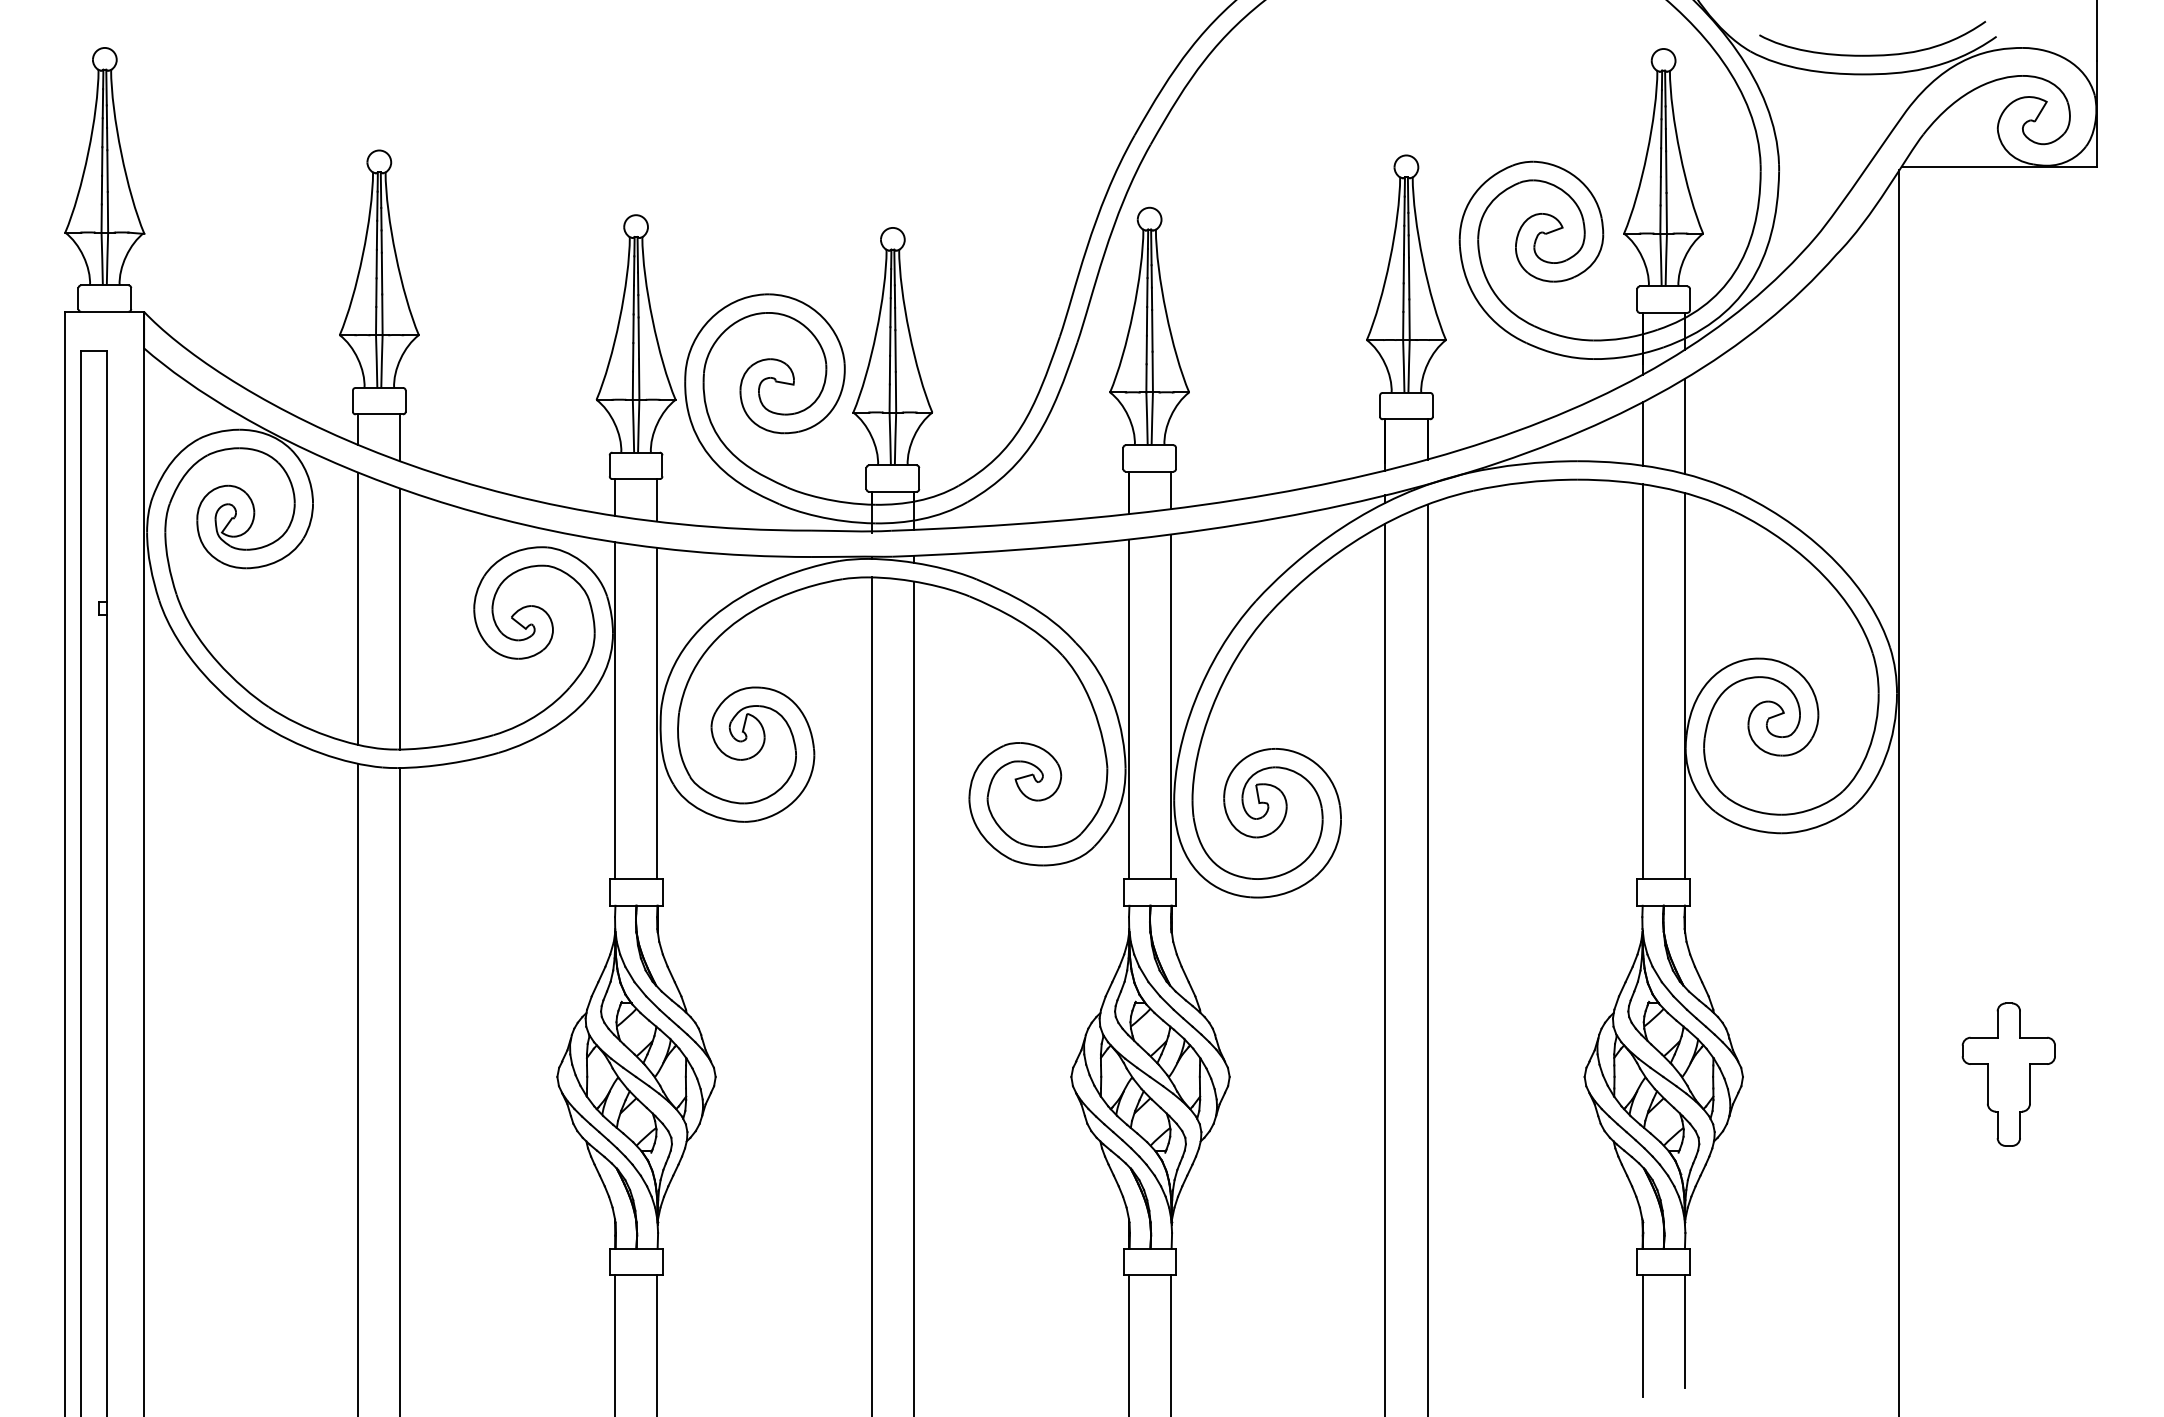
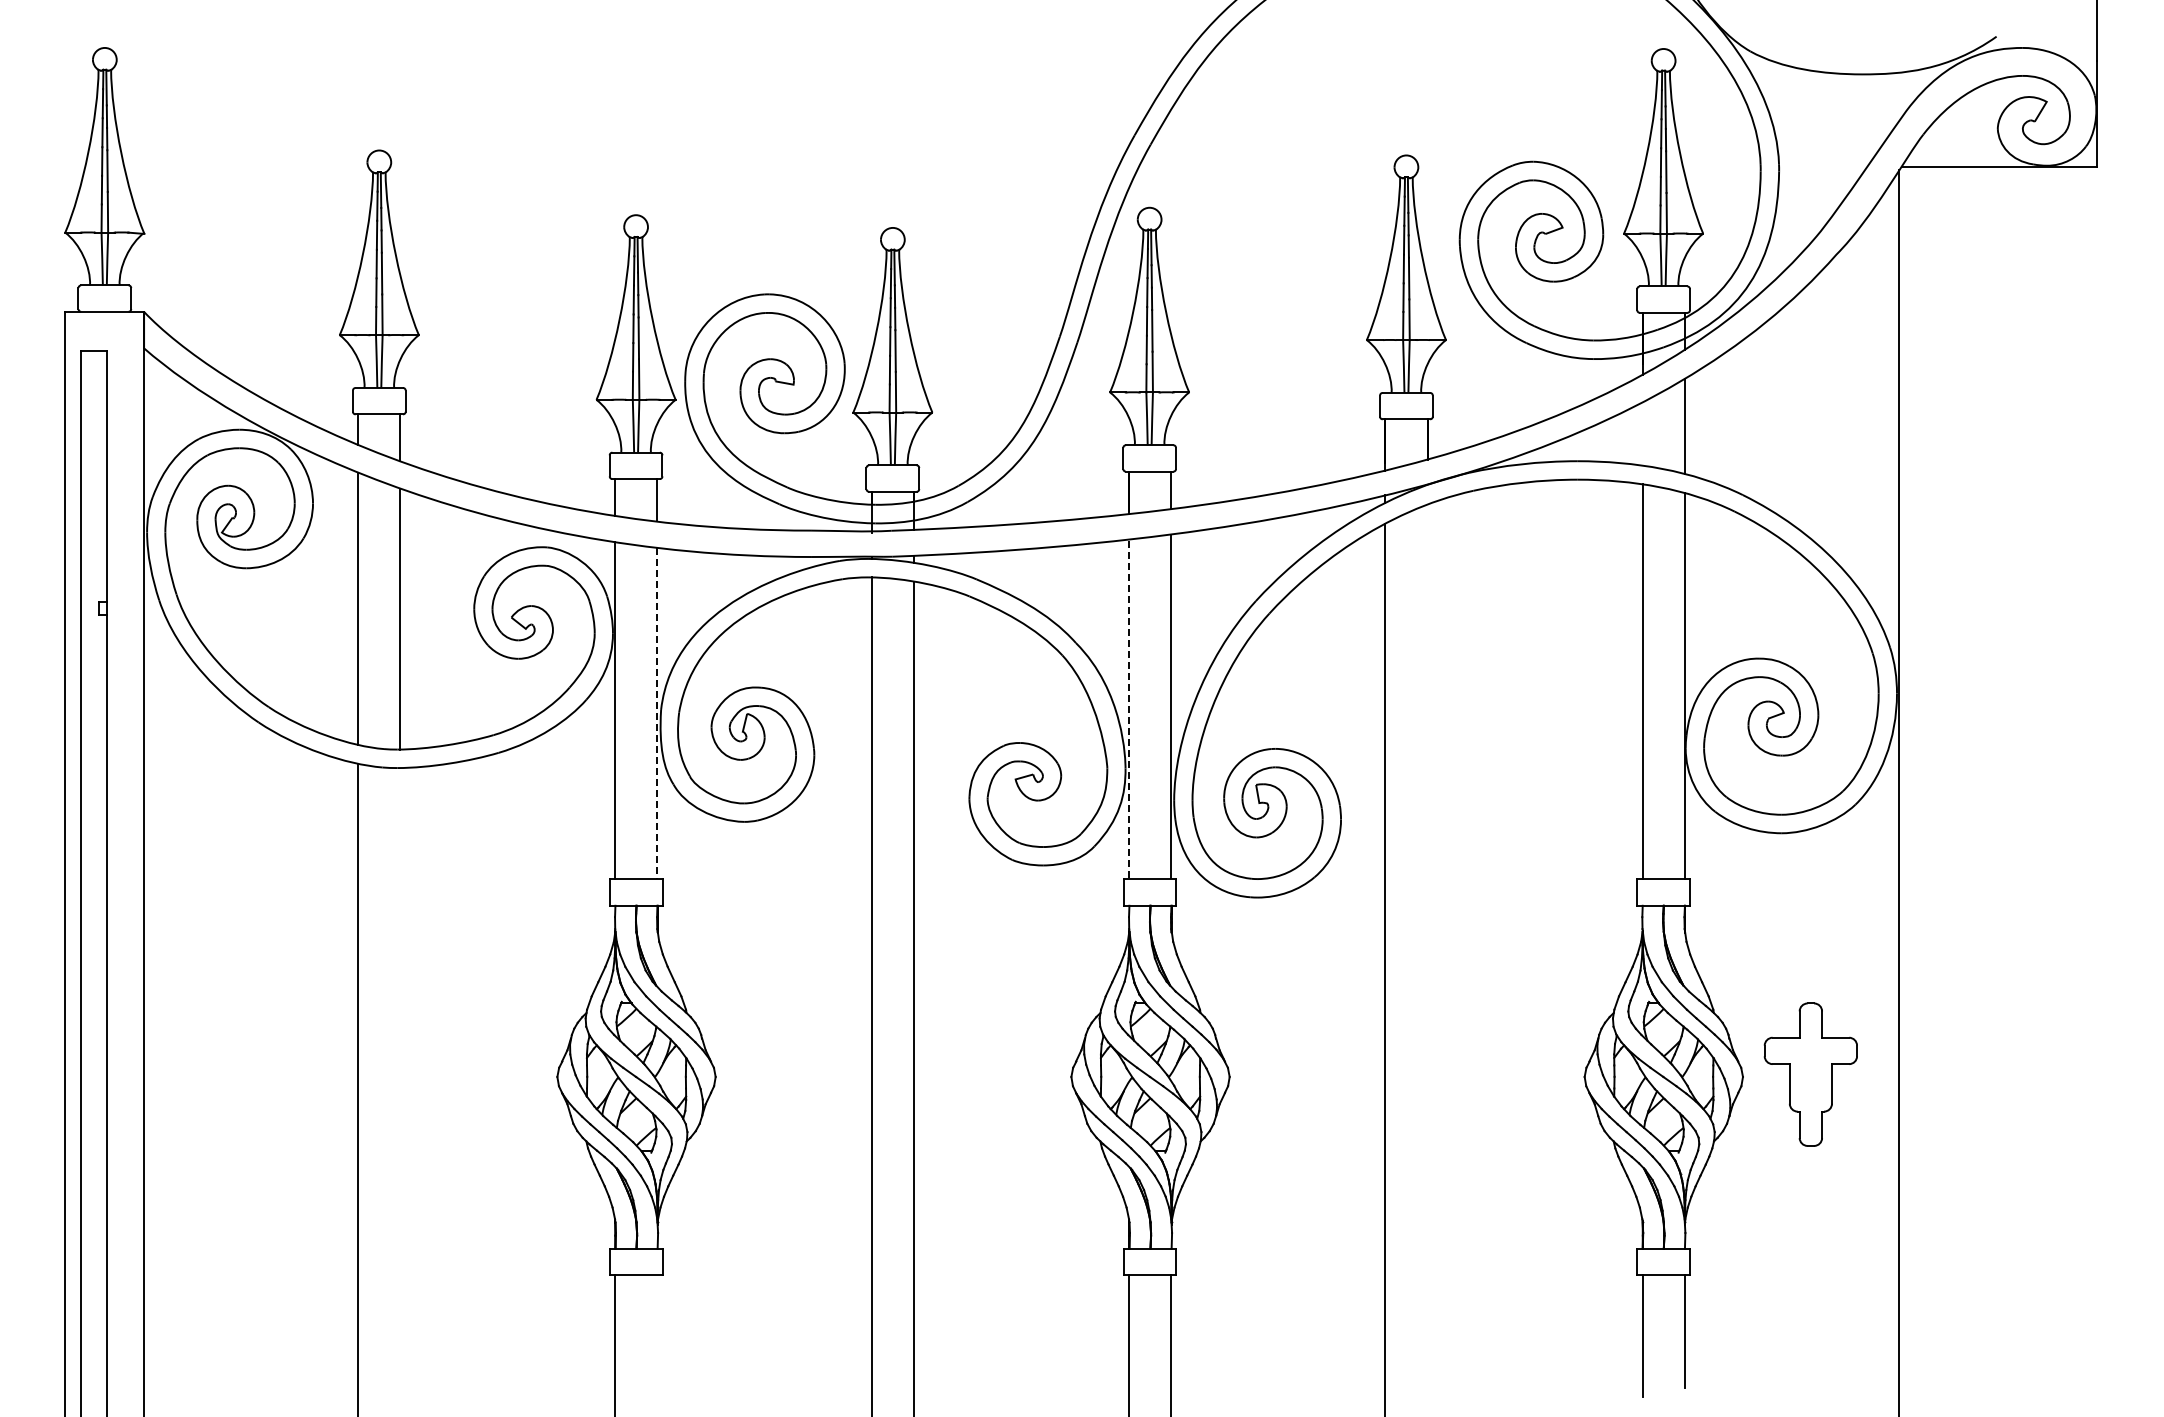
part at (1872, 54): present -> none
line at (1642, 433): present -> none
line at (1128, 708): solid -> dashed
line at (657, 713): solid -> dashed
line at (1427, 958): present -> none
part at (2008, 1074) position: (2008, 1074) -> (1810, 1074)
line at (400, 1090): present -> none
line at (657, 1344): present -> none
